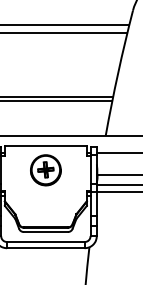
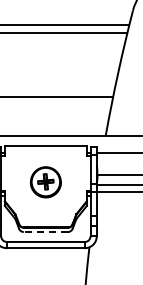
line at (57, 101): present -> none
part at (45, 170) position: (45, 170) -> (45, 182)
line at (45, 232): solid -> dashed
